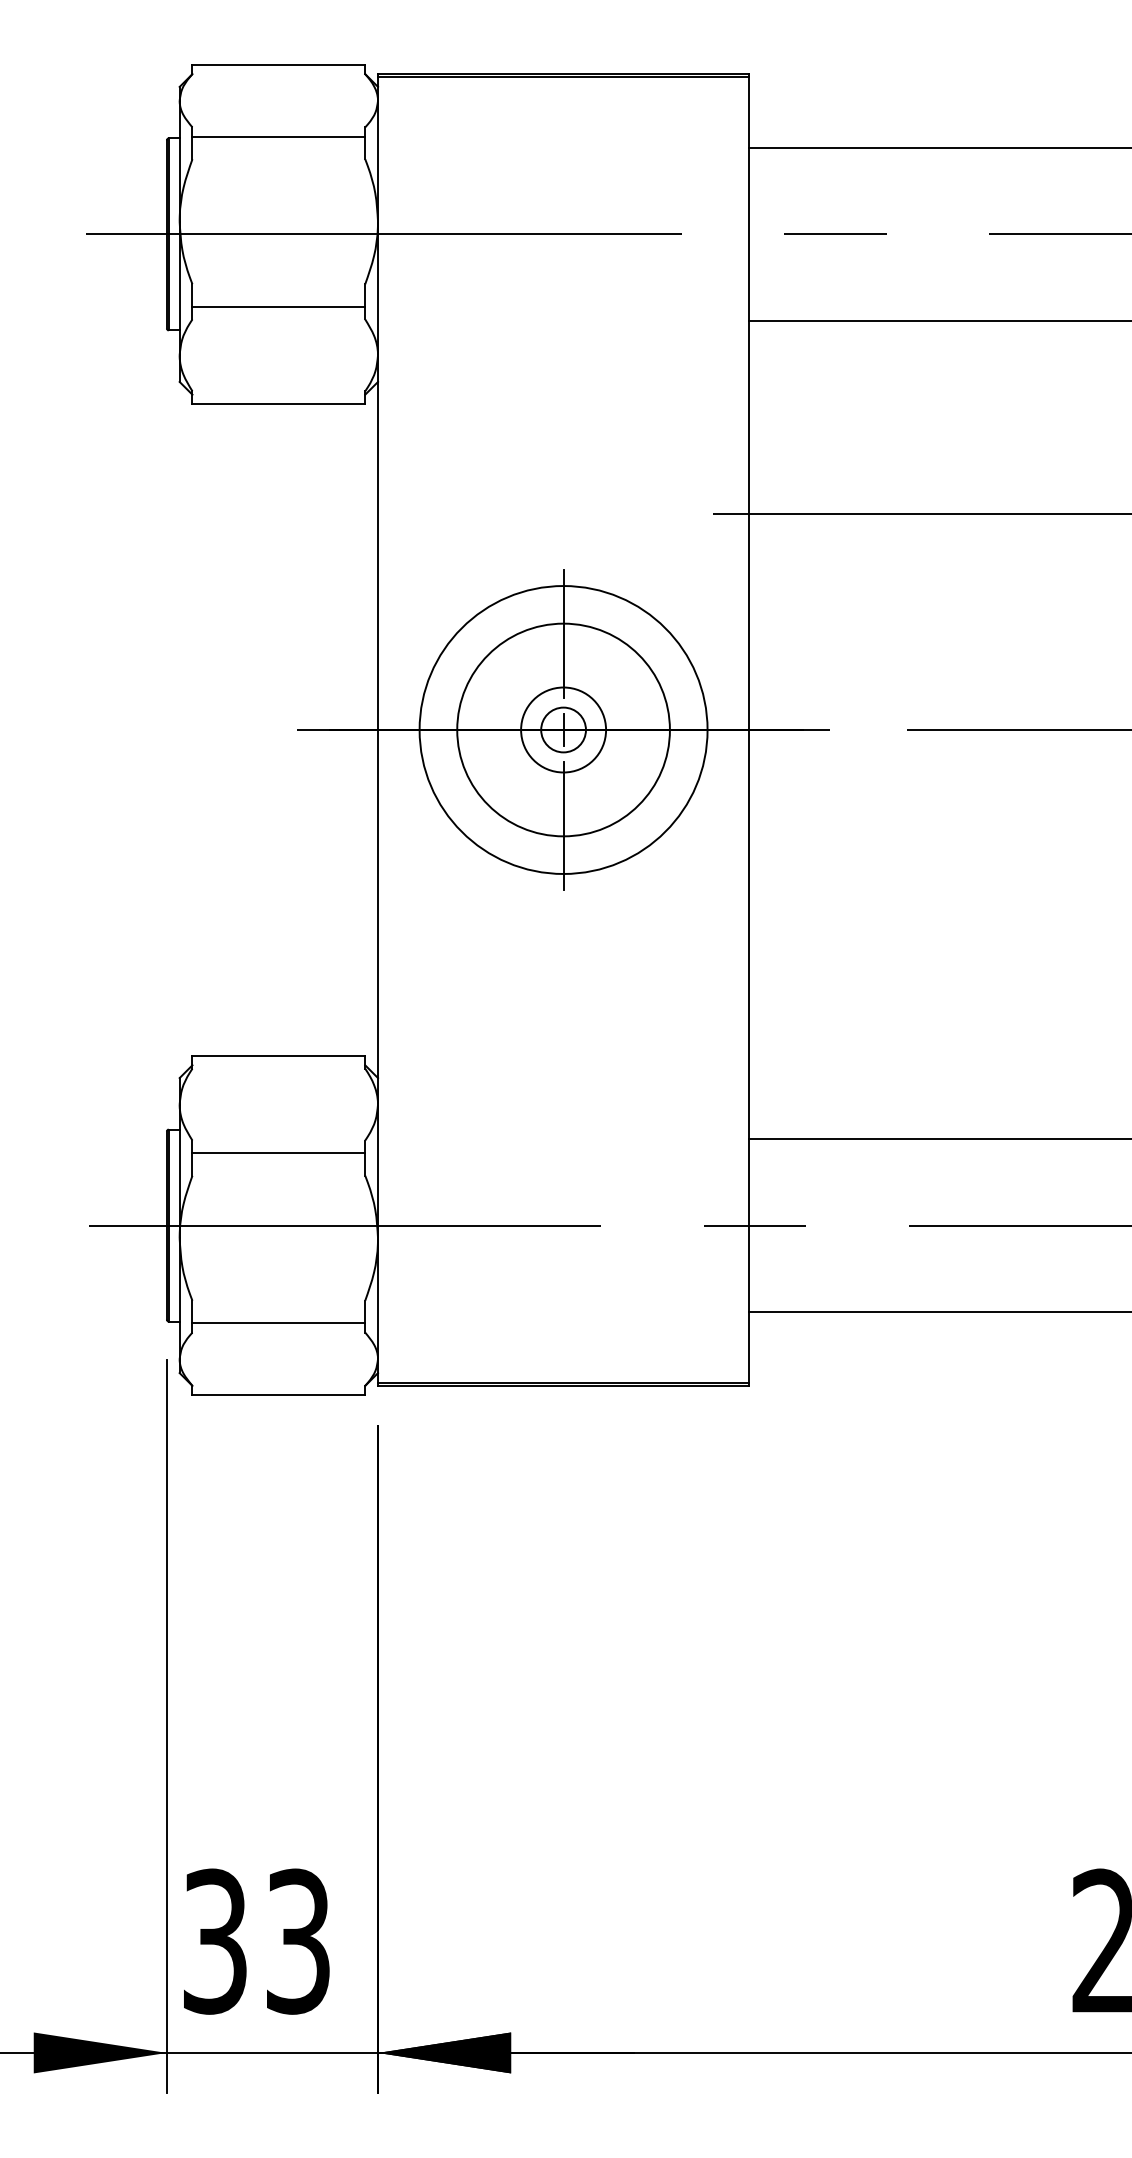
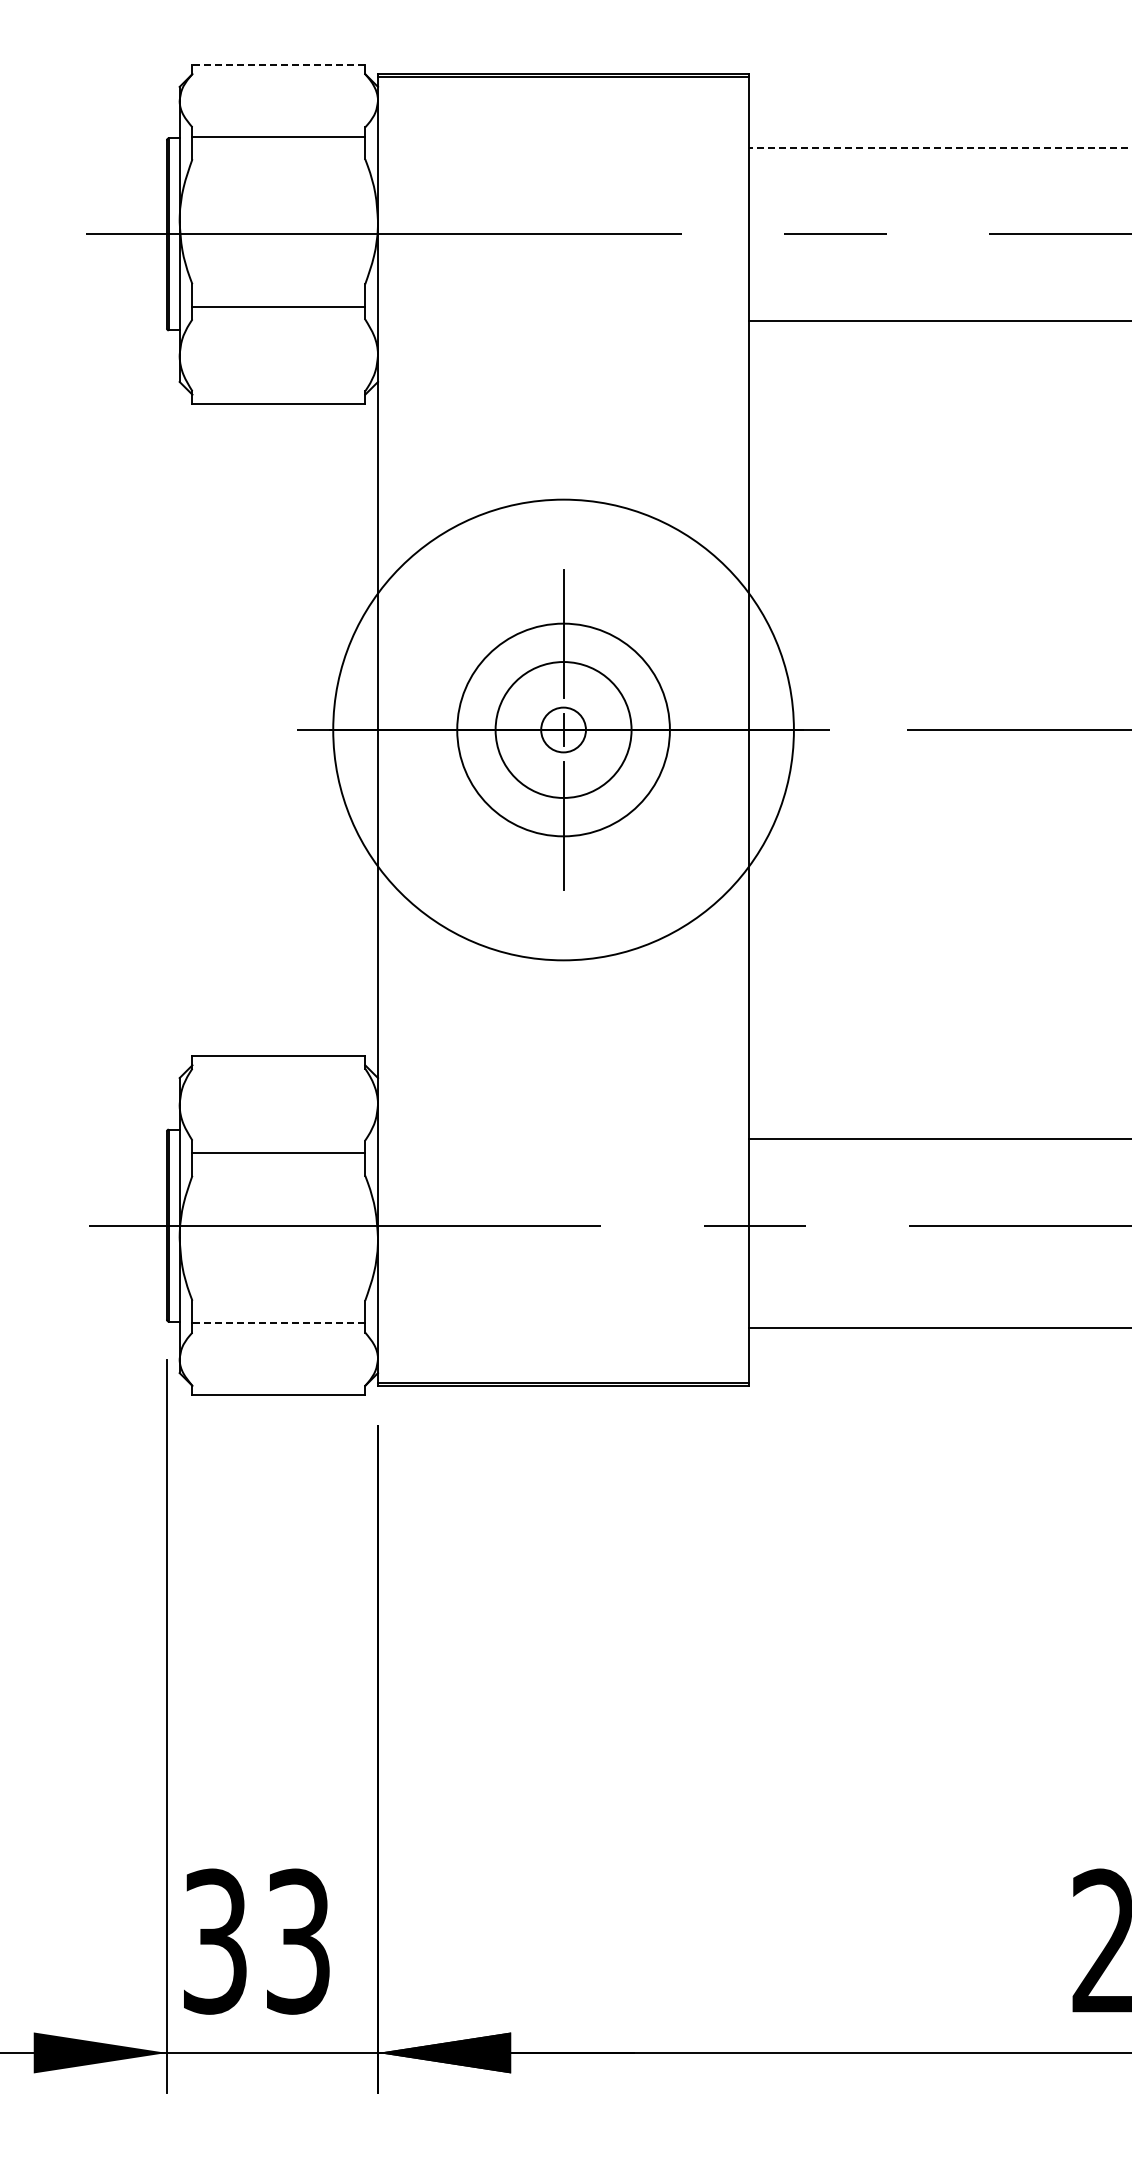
line at (278, 64): solid -> dashed
line at (940, 148): solid -> dashed
line at (920, 514): present -> none
circle at (563, 729) diameter: 288 px -> 461 px
circle at (563, 729) diameter: 85 px -> 136 px
line at (938, 1311) position: (938, 1311) -> (938, 1327)
line at (278, 1323): solid -> dashed
